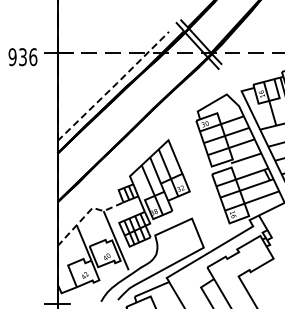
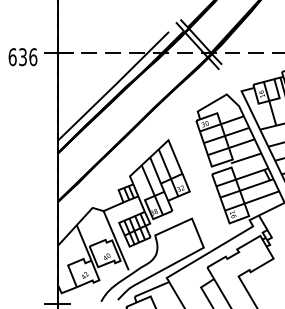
text at (12, 57): 936 -> 636
line at (114, 86): dashed -> solid
line at (87, 213): dashed -> solid
